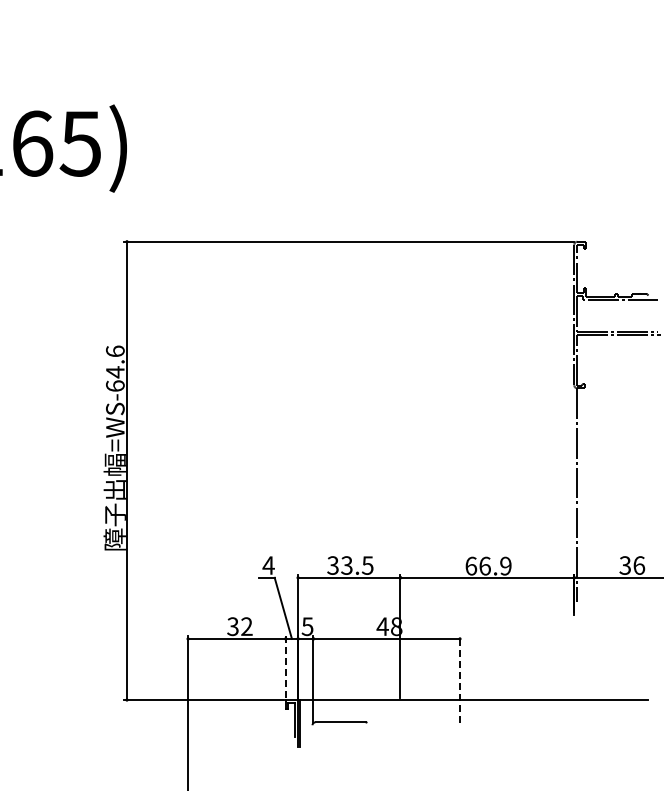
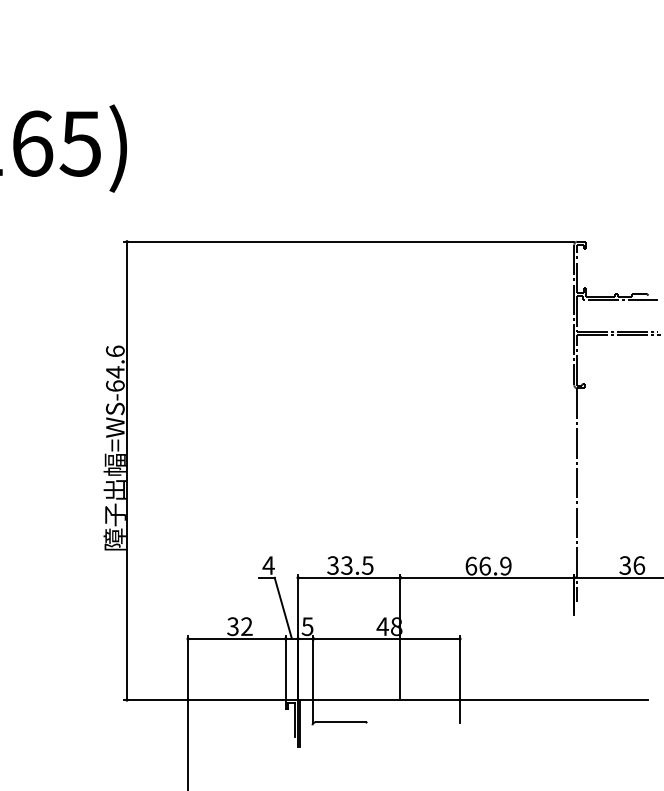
line at (285, 666): dashed -> solid
line at (459, 679): dashed -> solid
